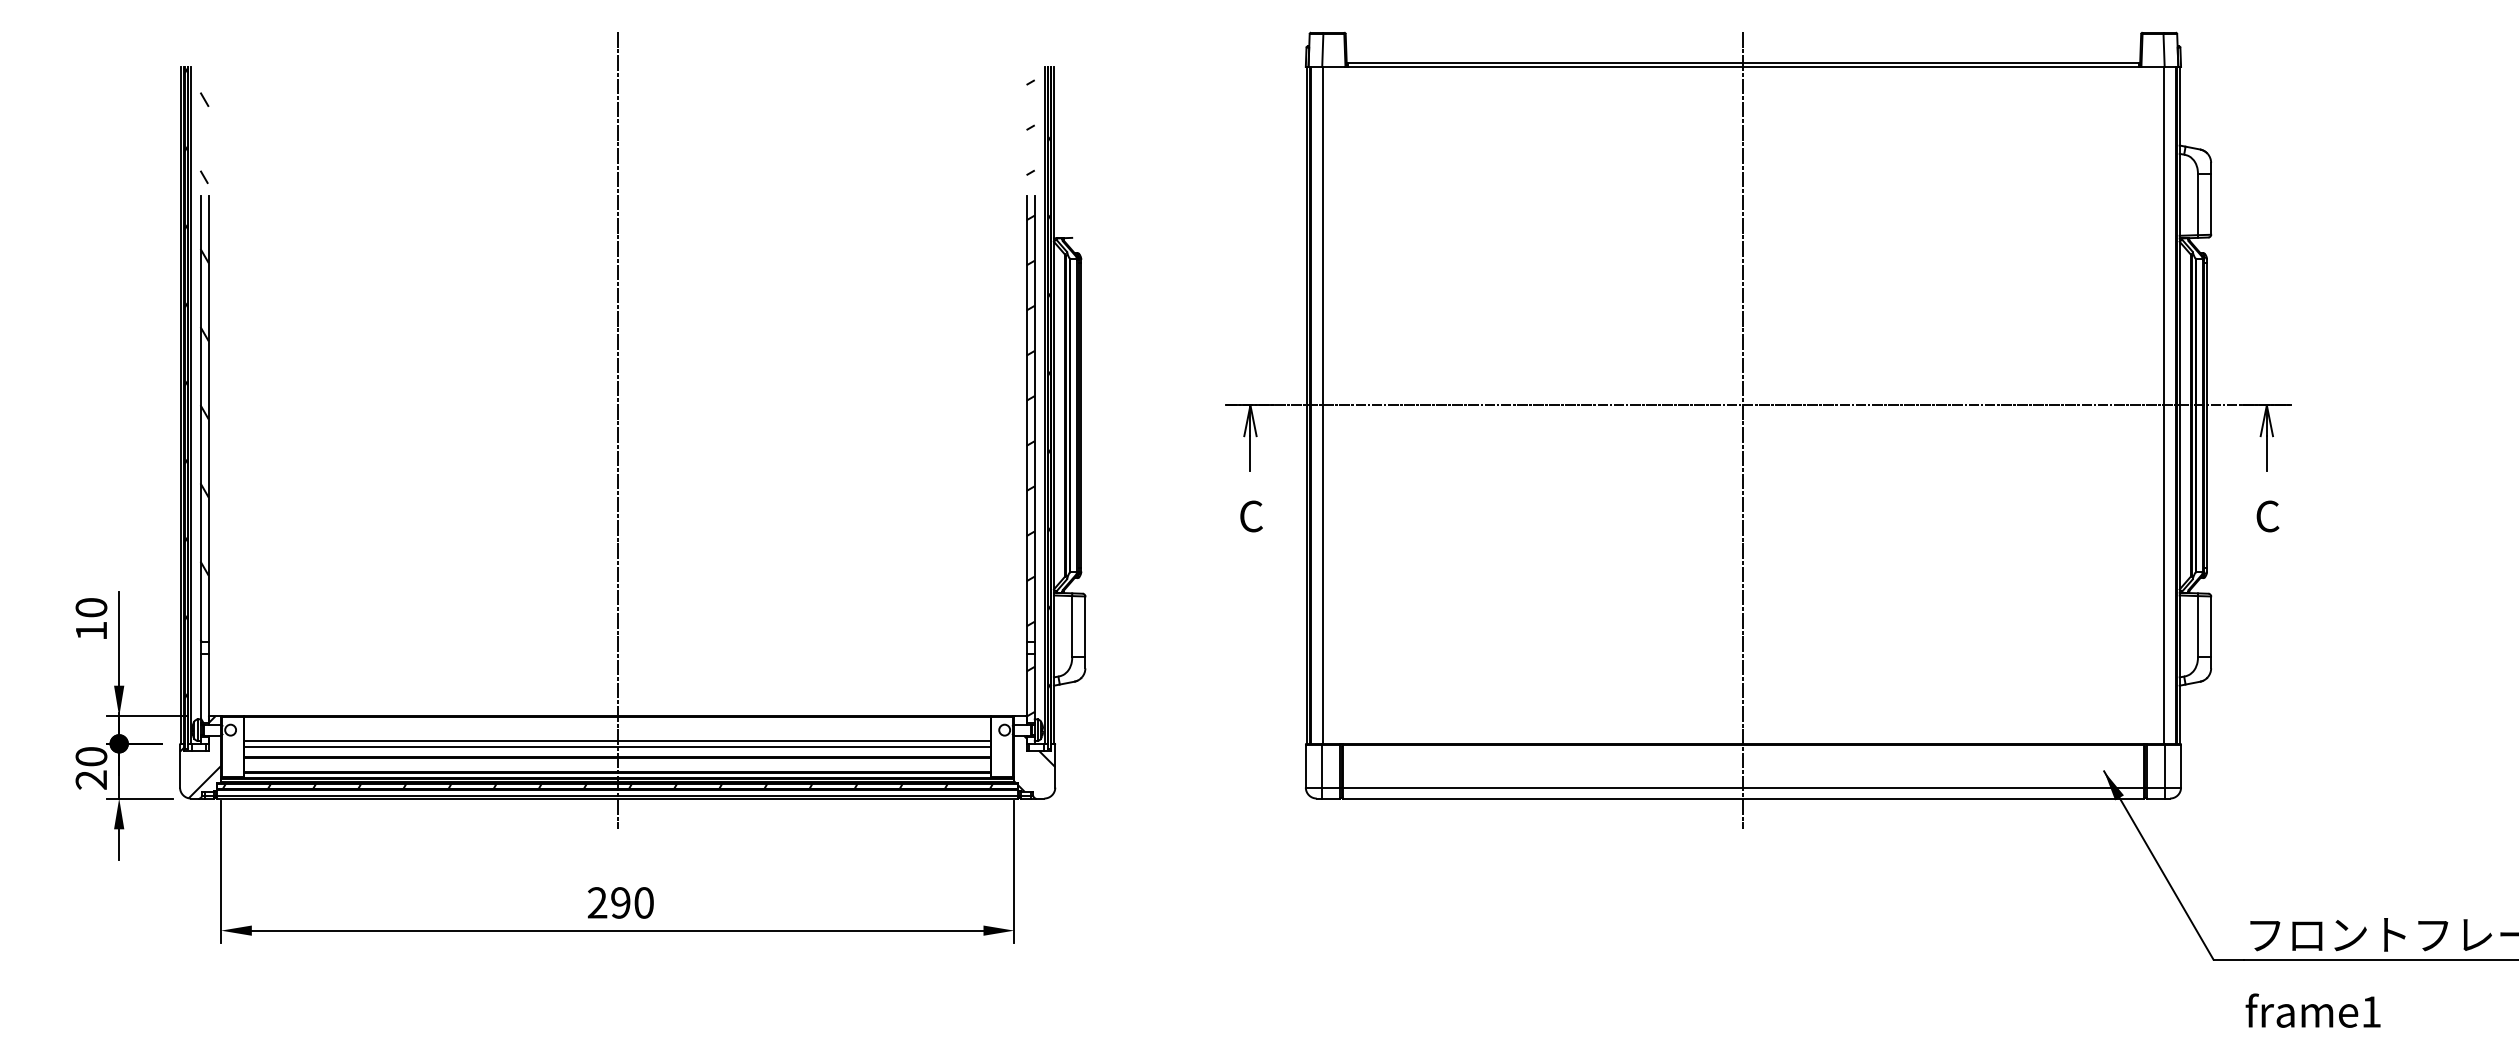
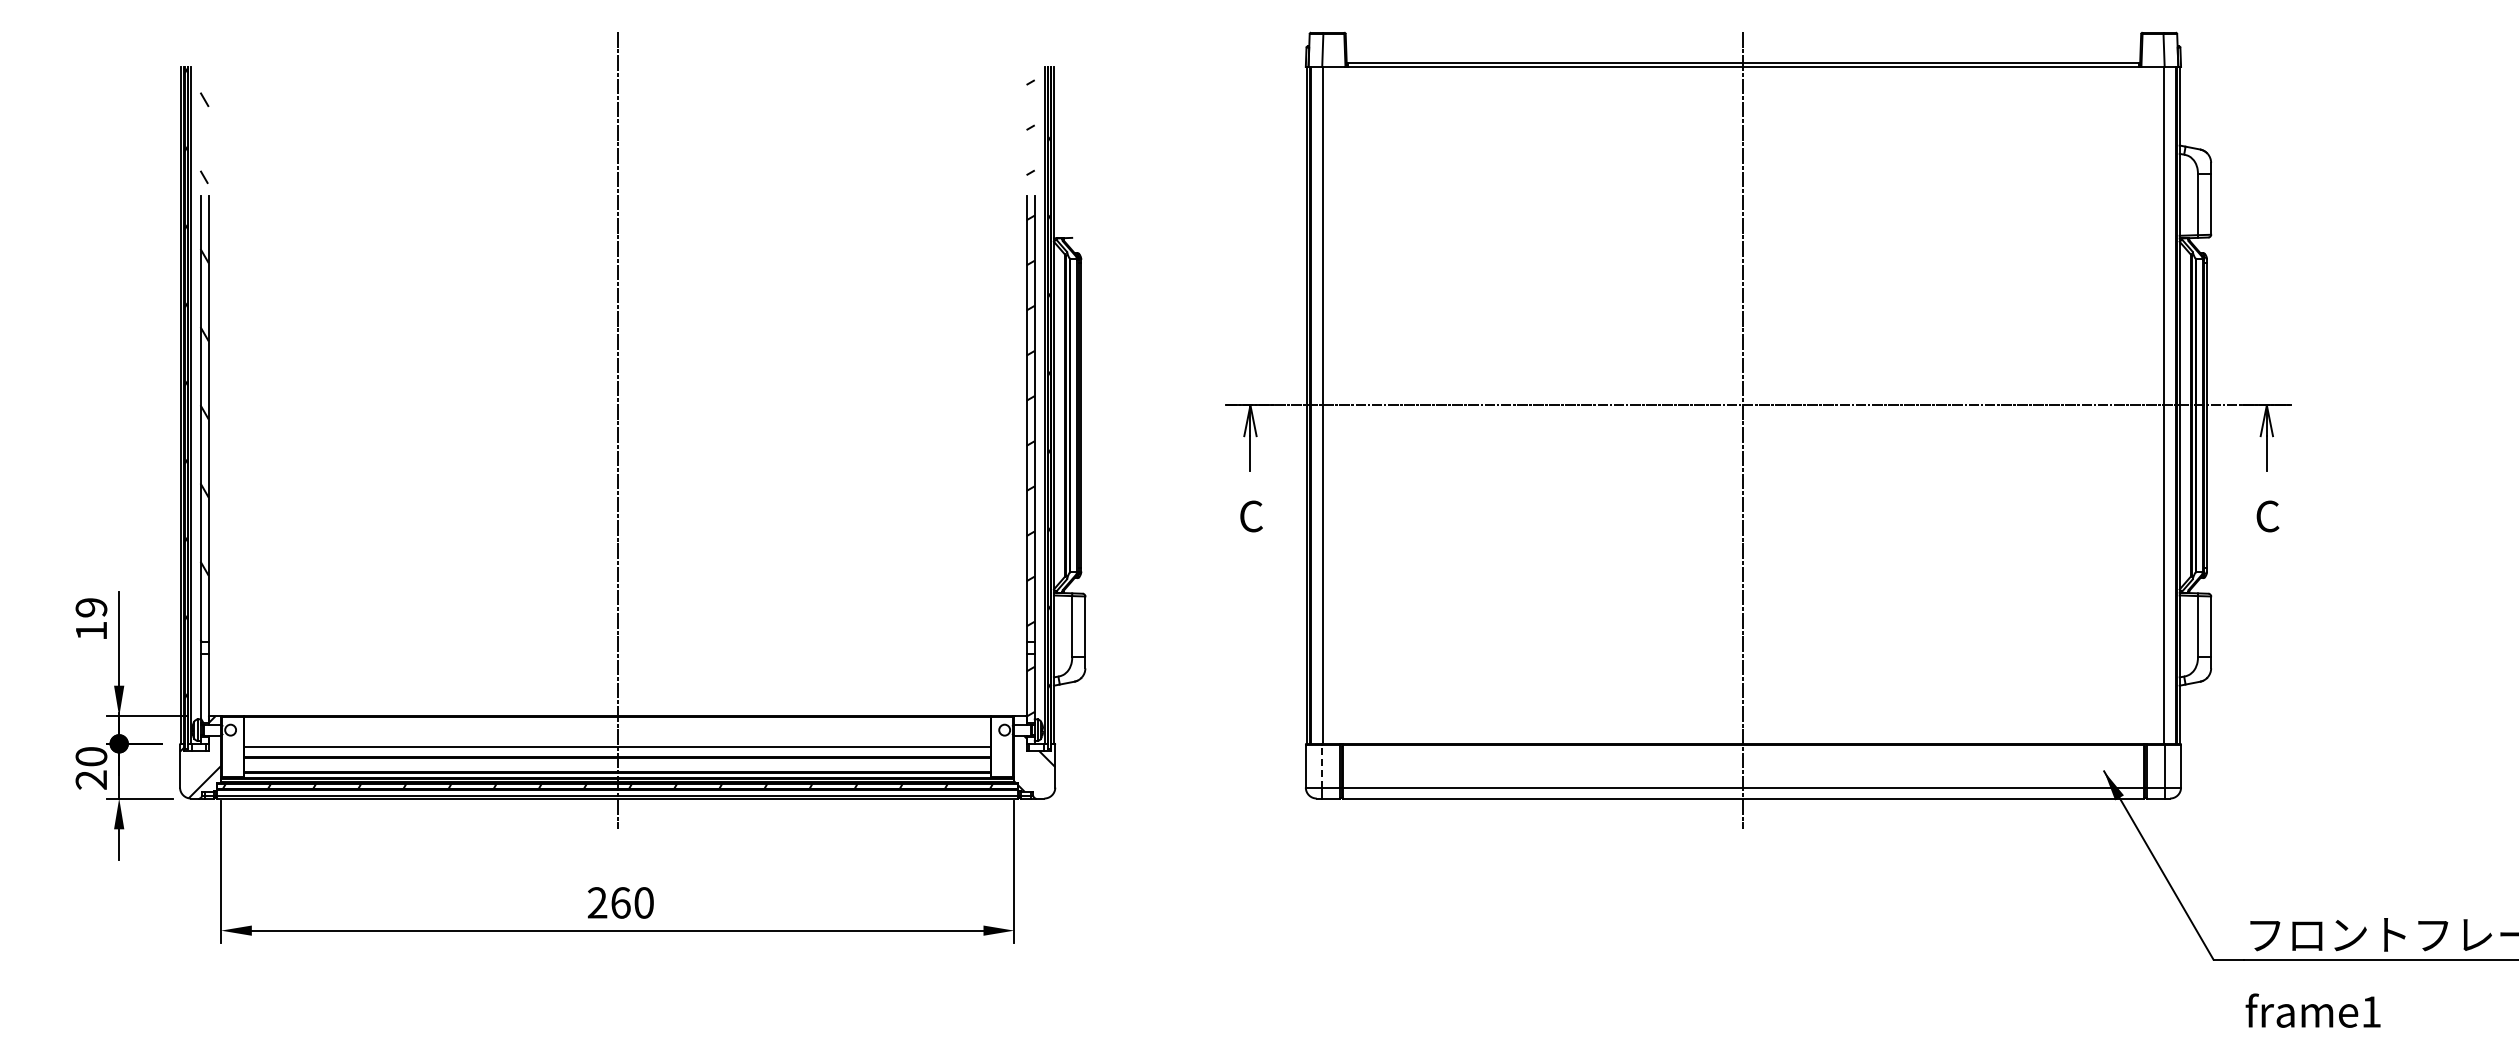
text at (91, 607): 10 -> 19
line at (617, 741): present -> none
line at (1322, 766): solid -> dashed
text at (620, 902): 290 -> 260
